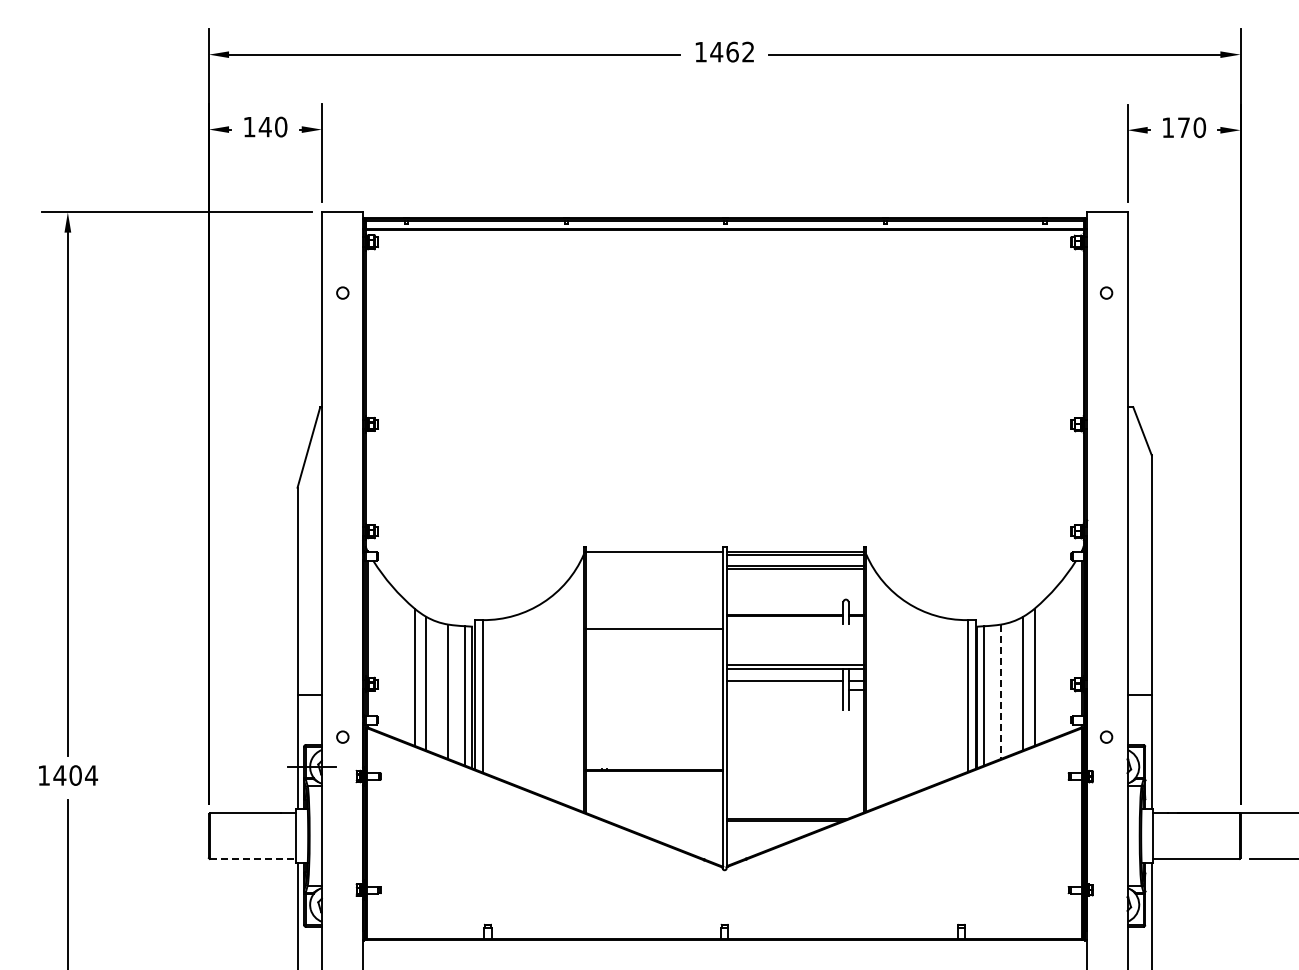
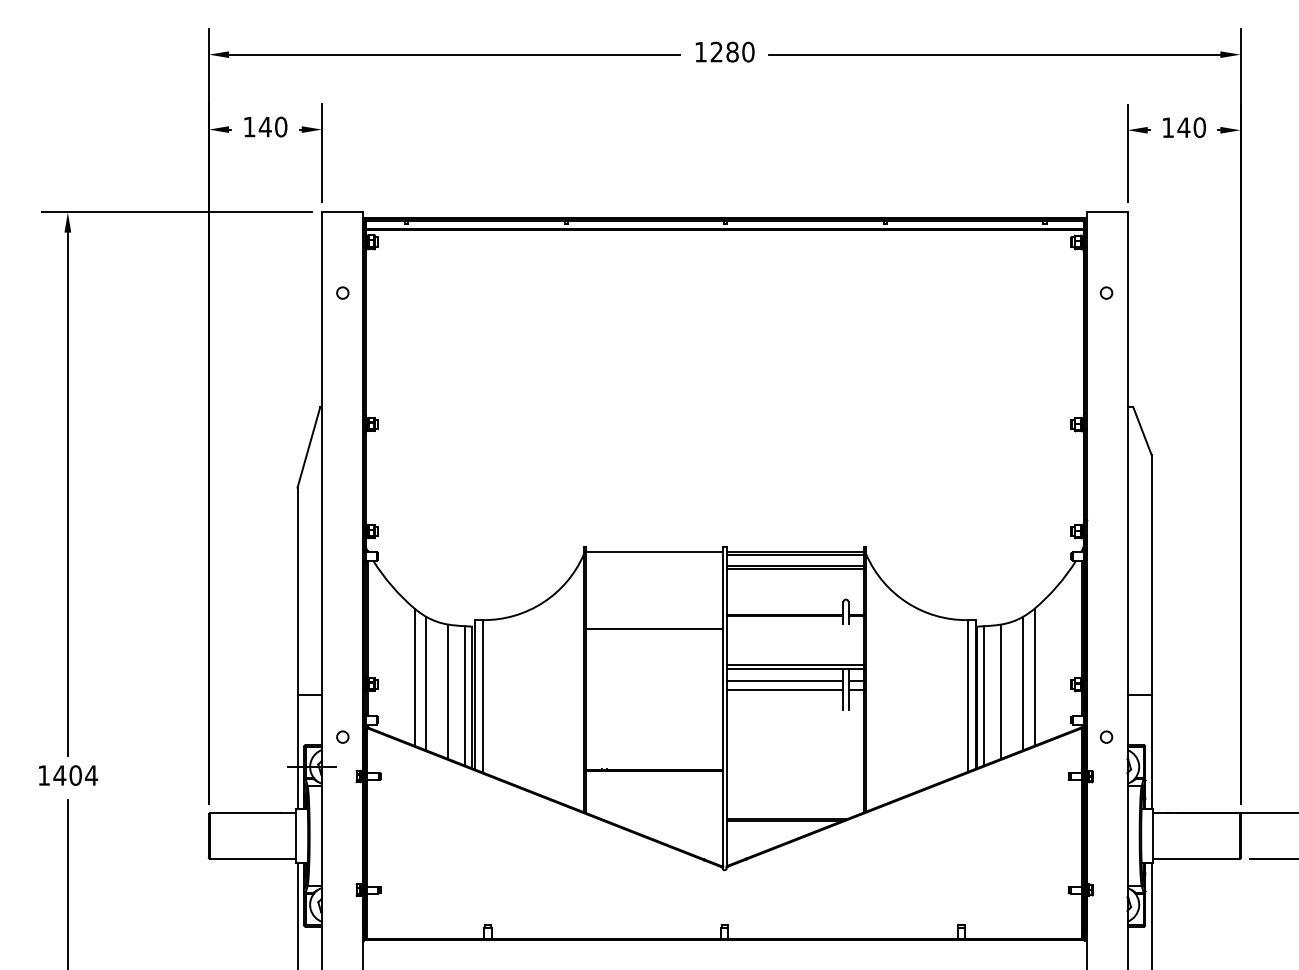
text at (732, 51): 1462 -> 1280
text at (1183, 127): 170 -> 140
line at (785, 689): none -> present
line at (1000, 692): dashed -> solid
line at (253, 858): dashed -> solid
